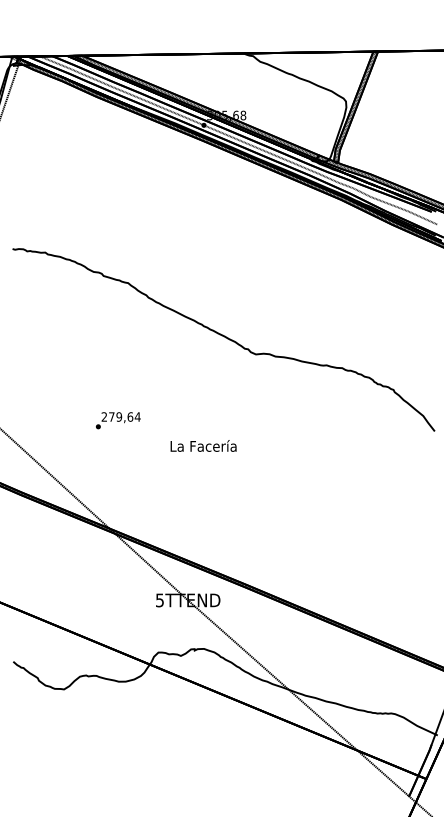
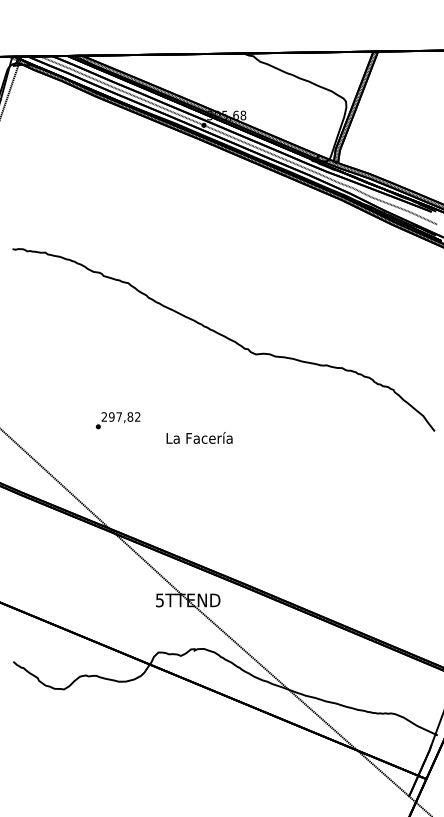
text at (124, 416): 279,64 -> 297,82
text at (203, 445) position: (203, 445) -> (199, 437)
